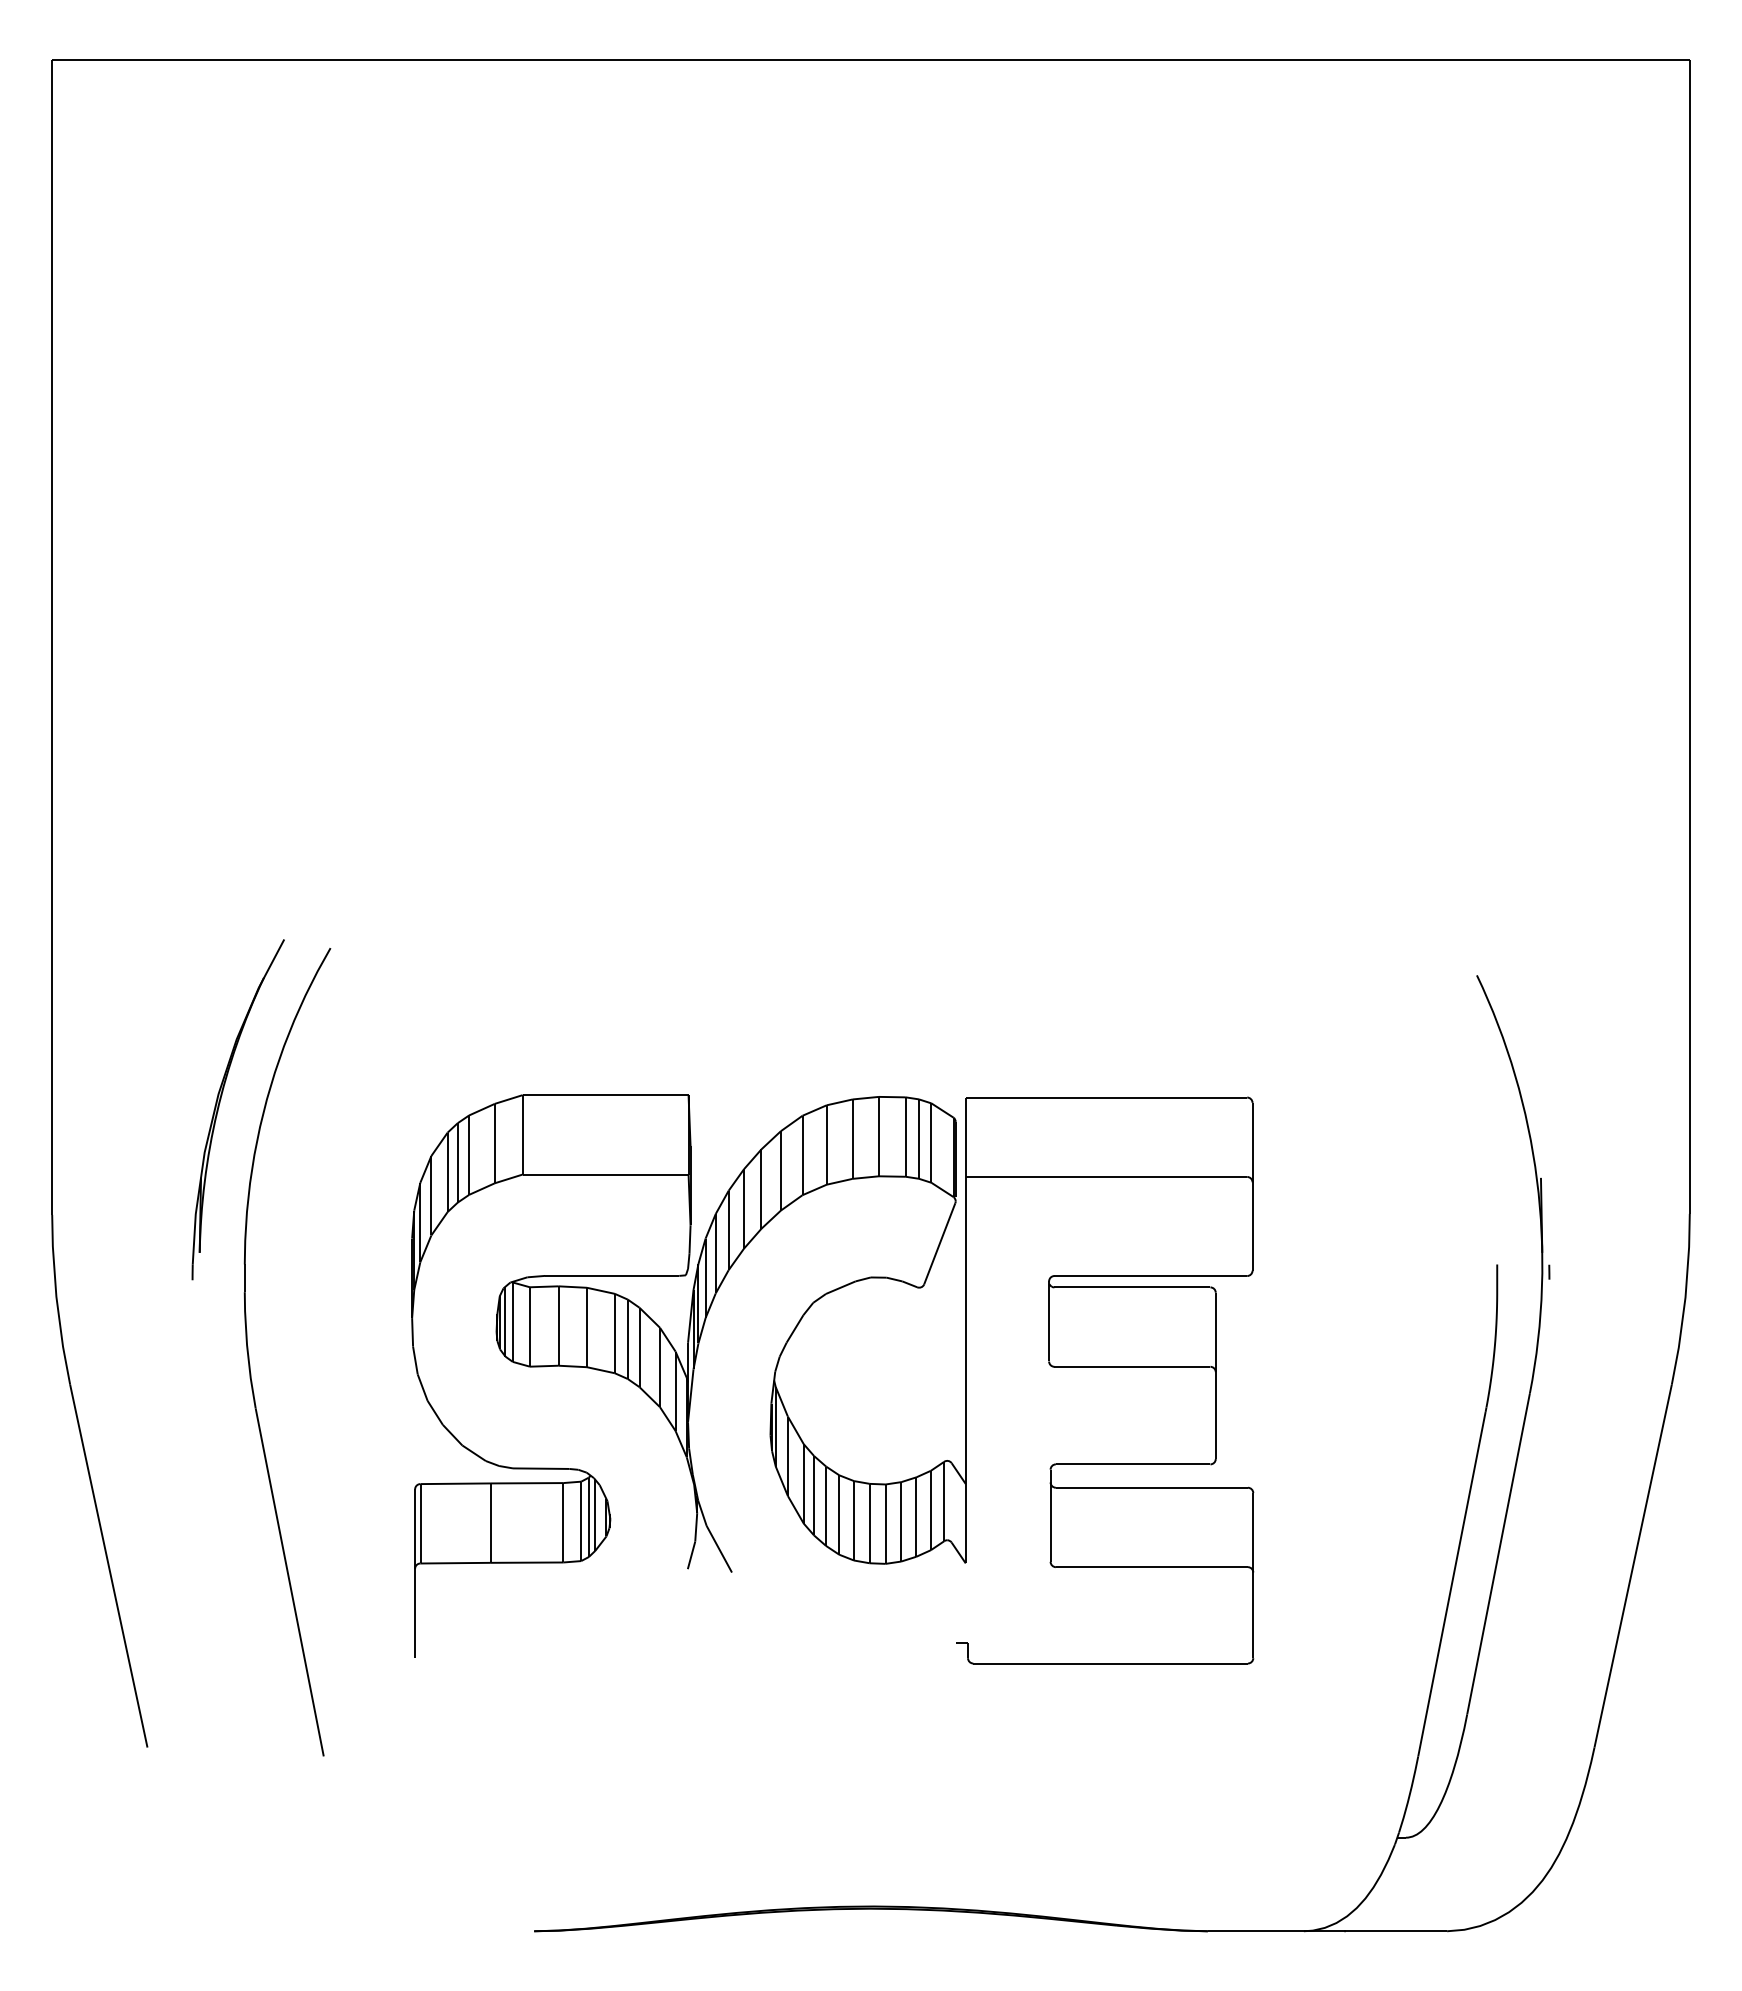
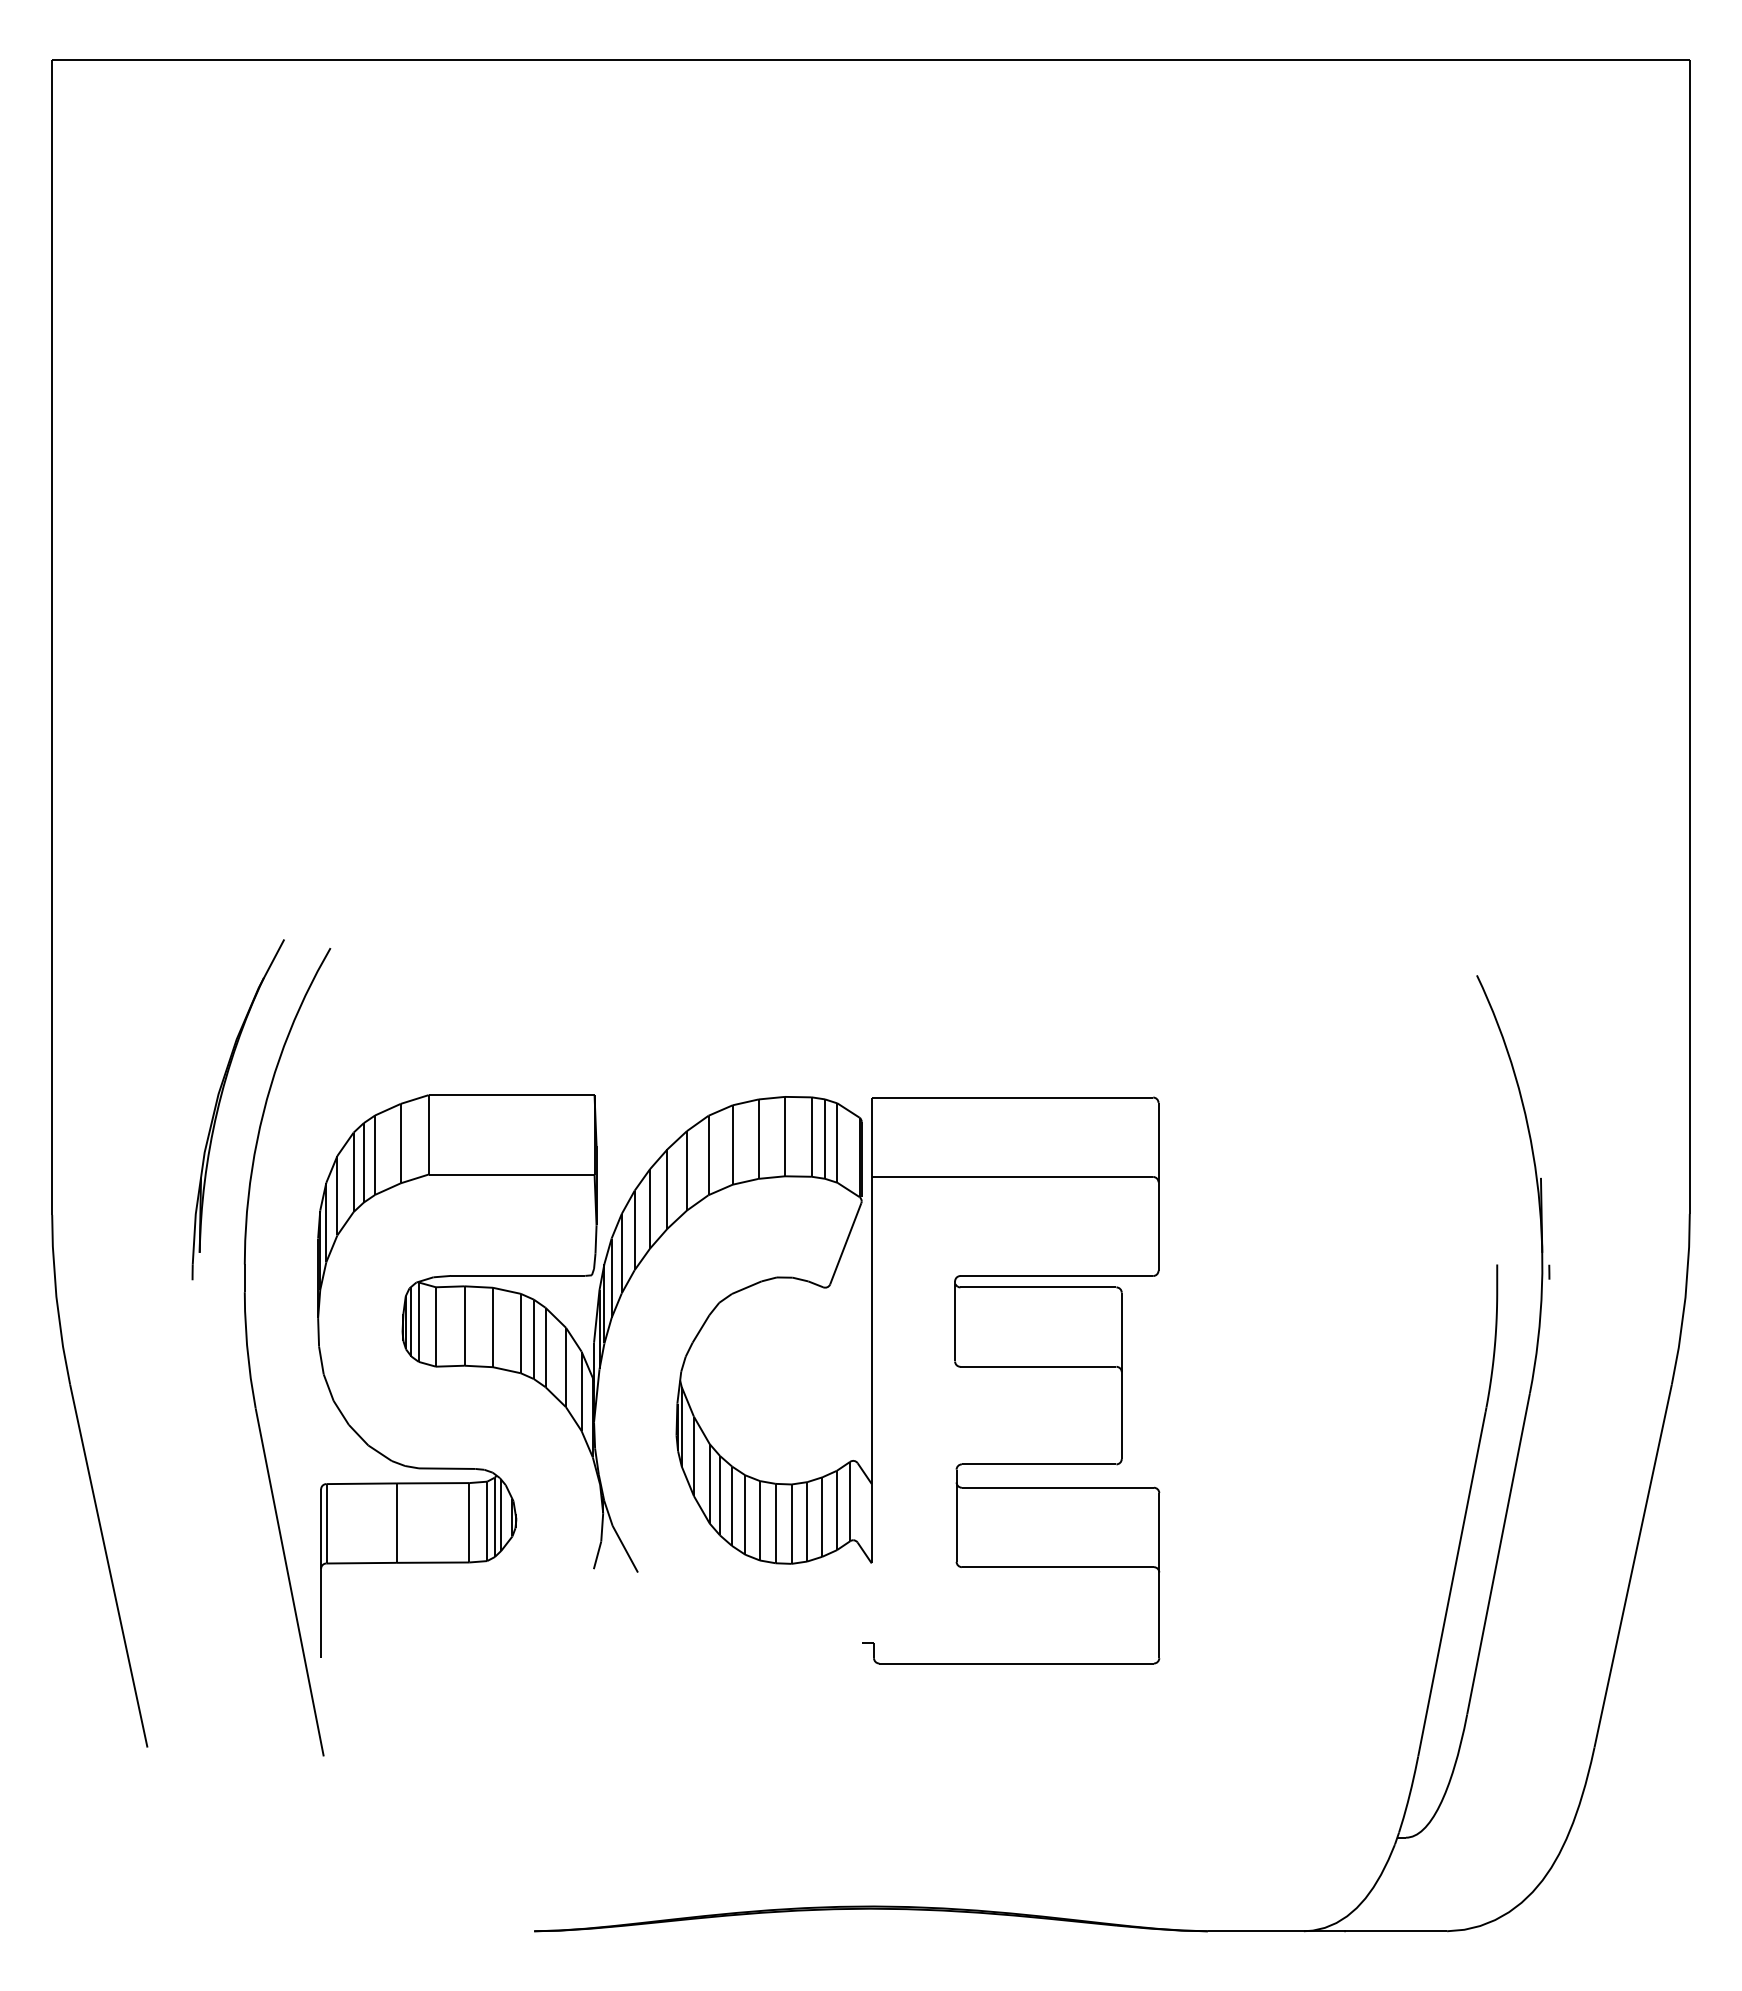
part at (783, 1402) position: (783, 1402) -> (689, 1402)
